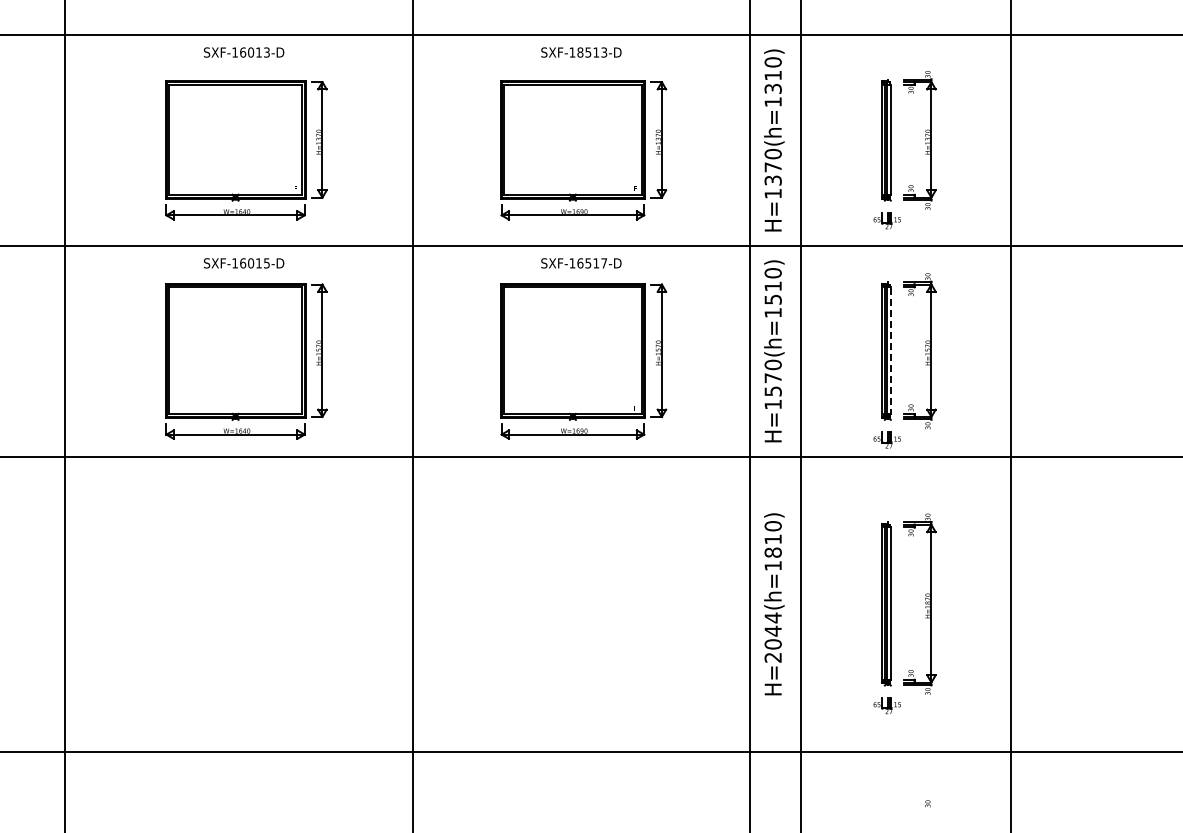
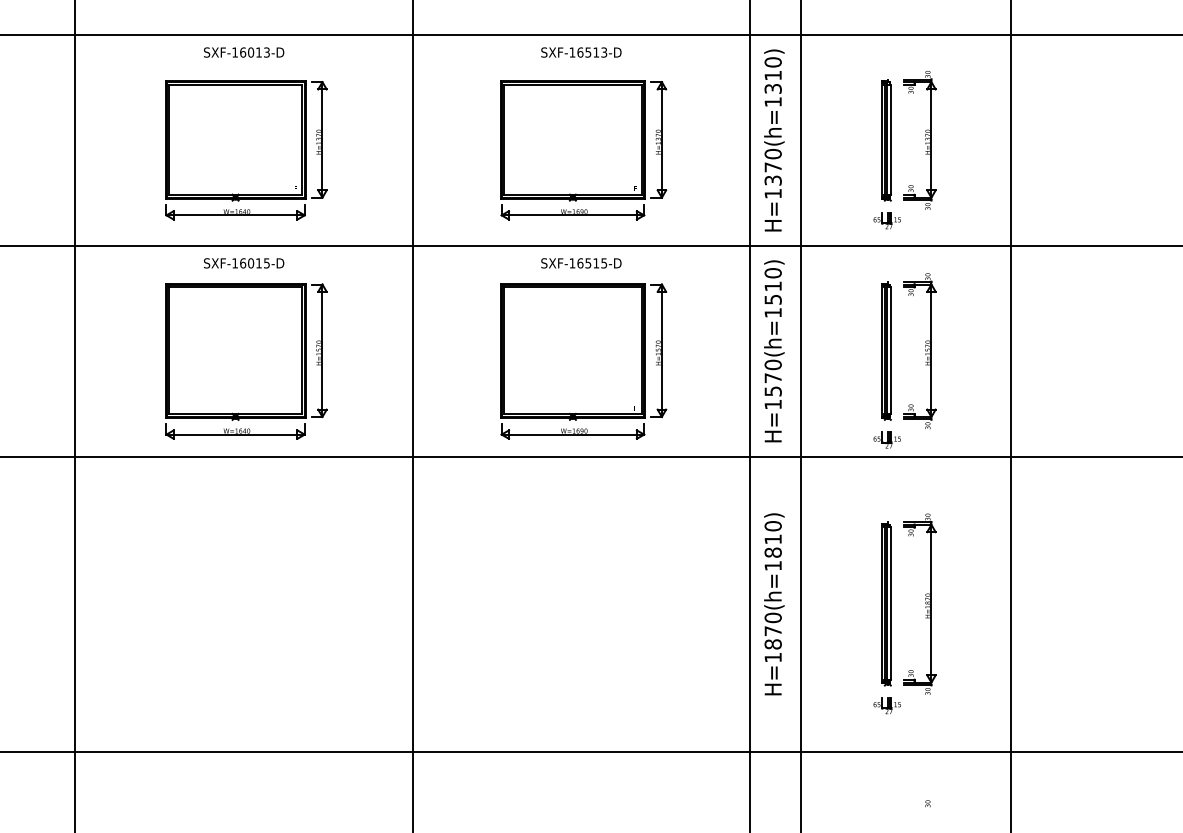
text at (580, 52): SXF-18513-D -> SXF-16513-D
text at (604, 263): SXF-16517-D -> SXF-16515-D
line at (891, 350): dashed -> solid
line at (65, 415) position: (65, 415) -> (75, 415)
text at (772, 637): H=2044(h=1810) -> H=1870(h=1810)
